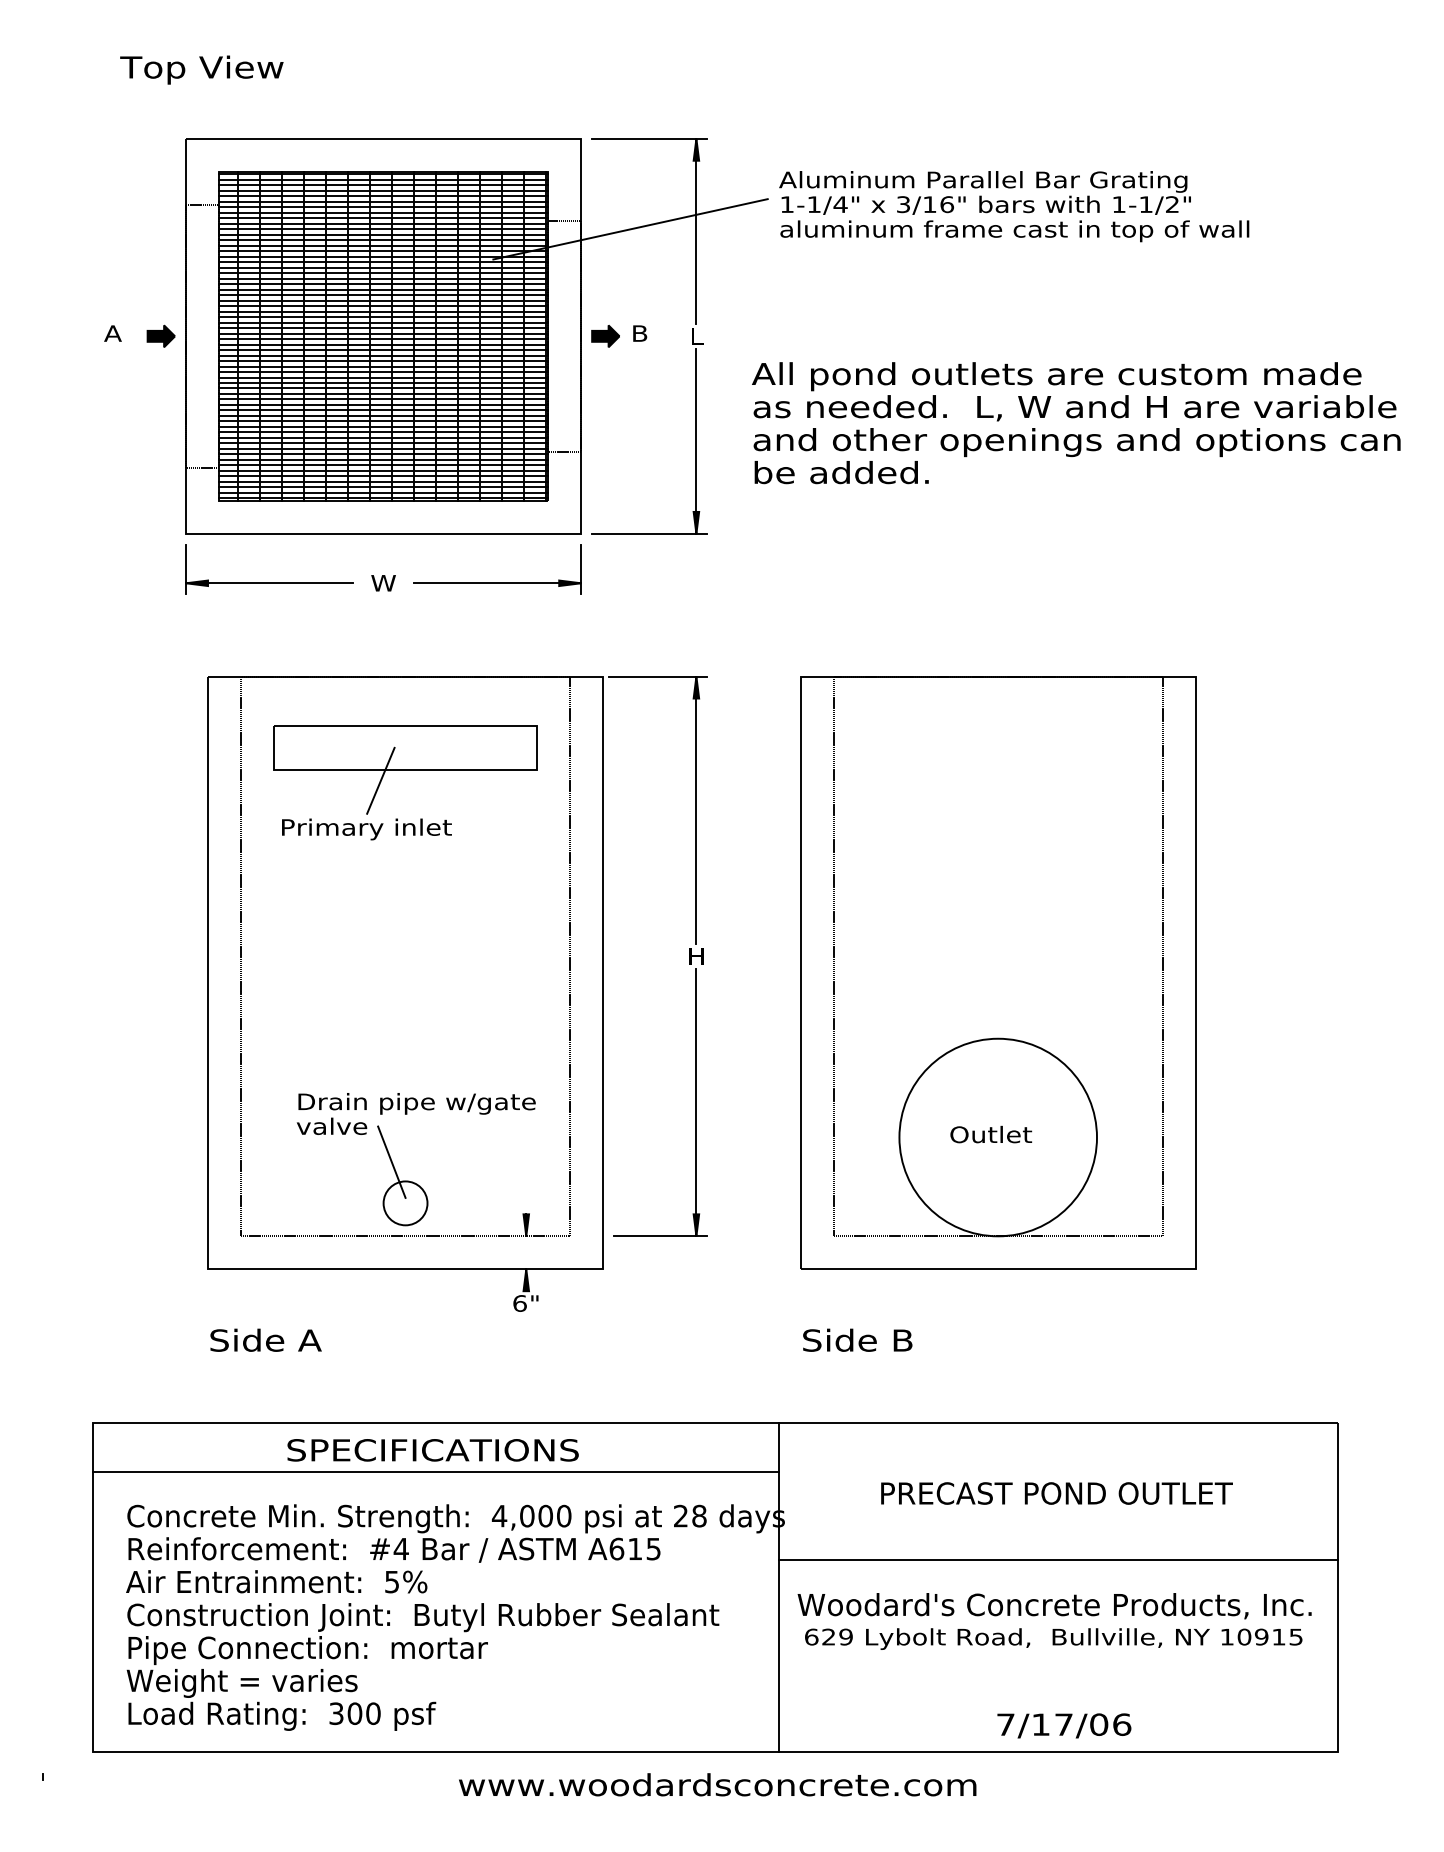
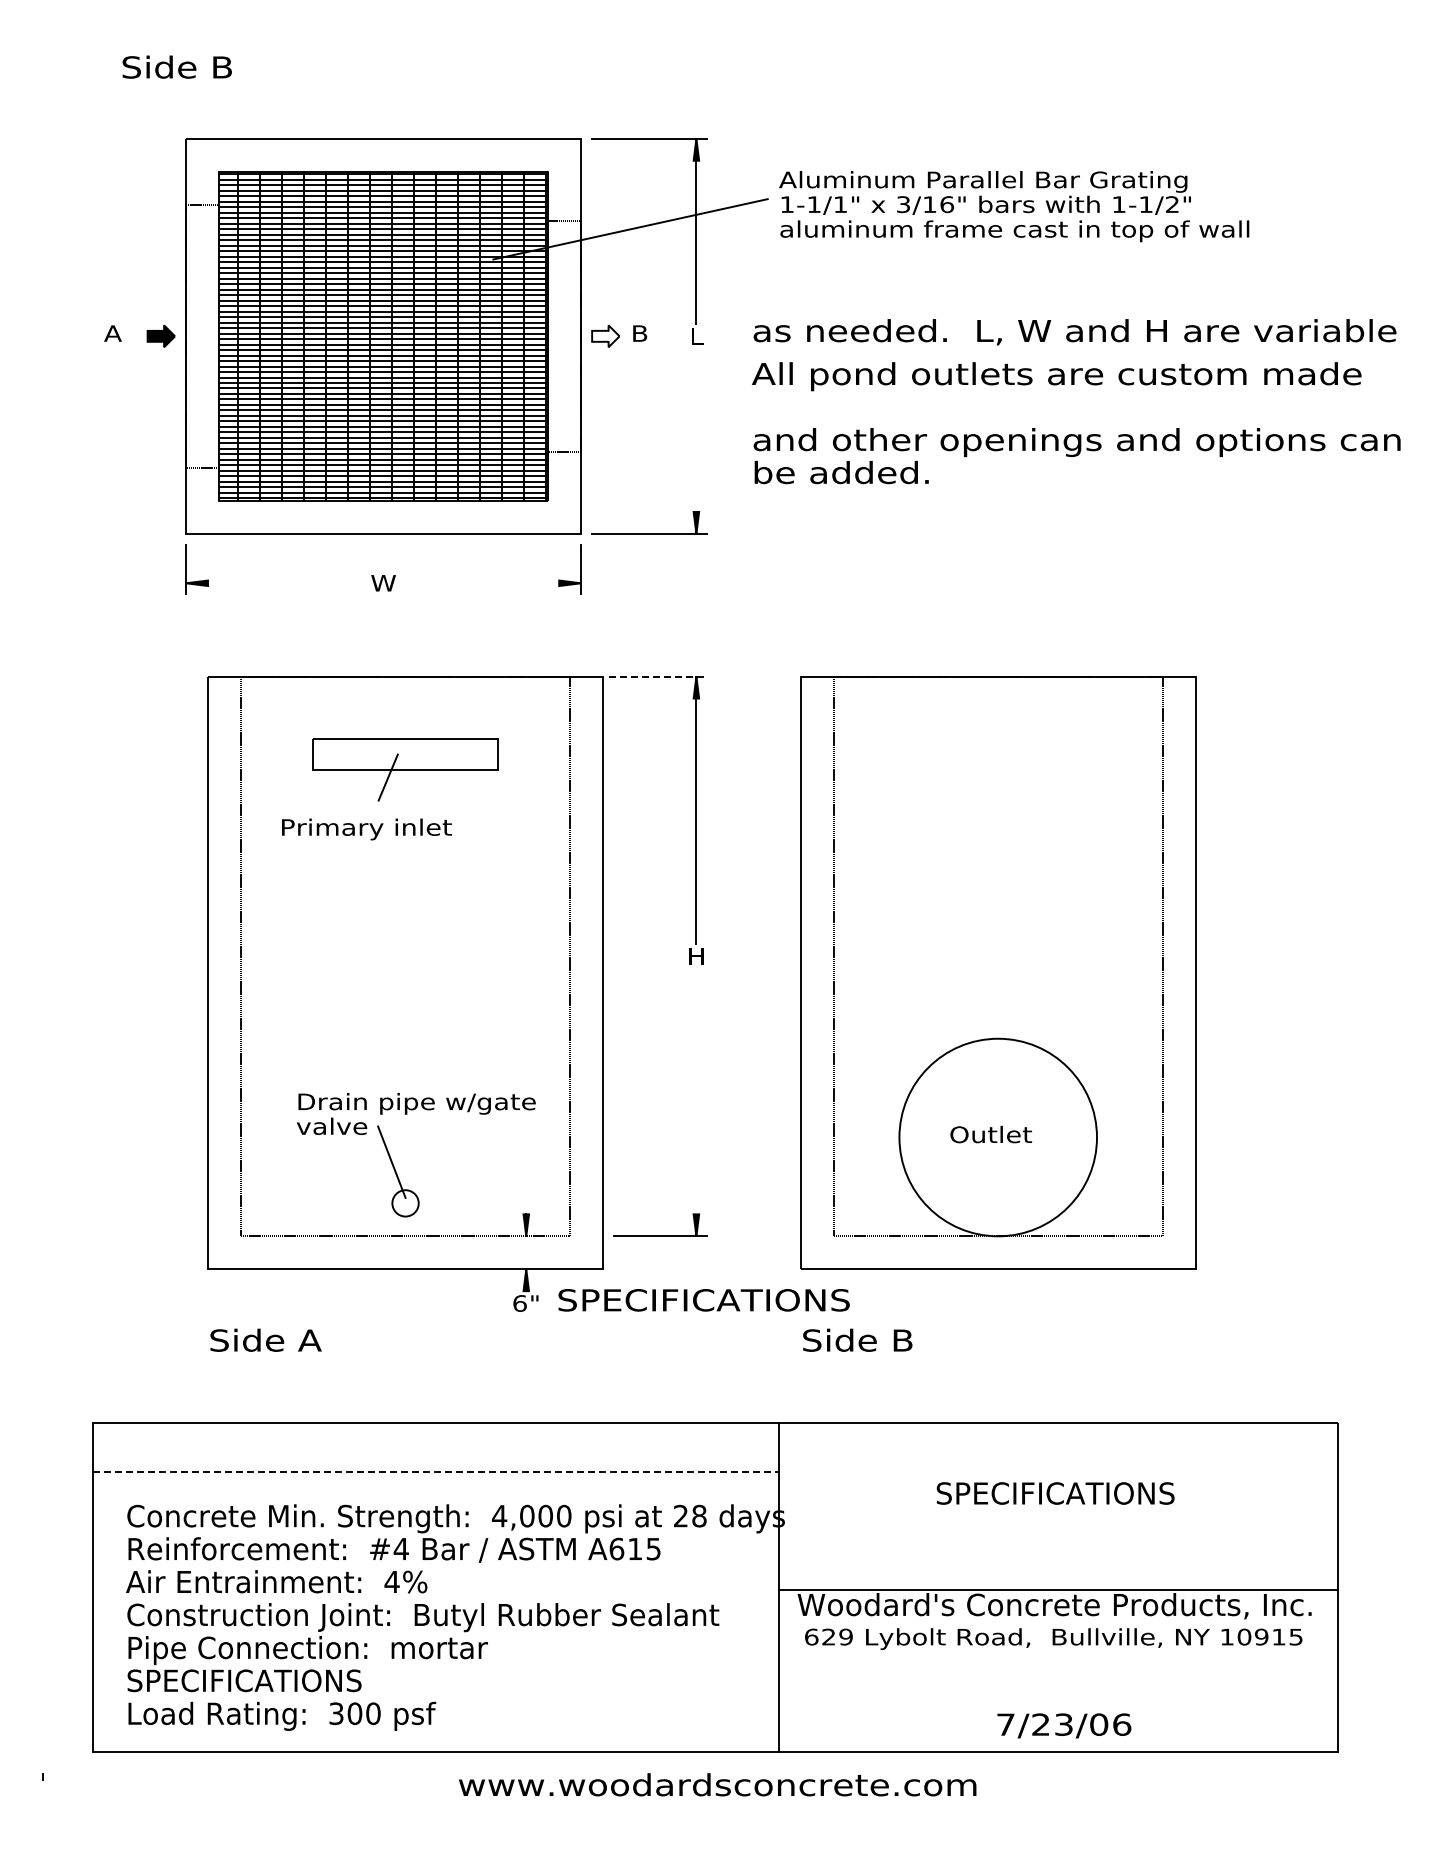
text at (201, 69): Top View -> Side B
text at (840, 204): 1-1/4" -> 1-1/1"
fill at (605, 336): present -> none
text at (1074, 408) position: (1074, 408) -> (1074, 332)
line at (696, 440): present -> none
line at (269, 583): present -> none
line at (497, 583): present -> none
line at (658, 676): solid -> dashed
part at (405, 769) size: 265x90 px -> 187x64 px
line at (696, 1102): present -> none
circle at (405, 1203) diameter: 44 px -> 26 px
text at (432, 1450) position: (432, 1450) -> (703, 1300)
line at (435, 1472): solid -> dashed
text at (1056, 1493): PRECAST POND OUTLET -> SPECIFICATIONS
line at (1058, 1560) position: (1058, 1560) -> (1058, 1590)
text at (391, 1582): 5% -> 4%
text at (243, 1683): Weight = varies -> SPECIFICATIONS
text at (1052, 1724): 7/17/06 -> 7/23/06
